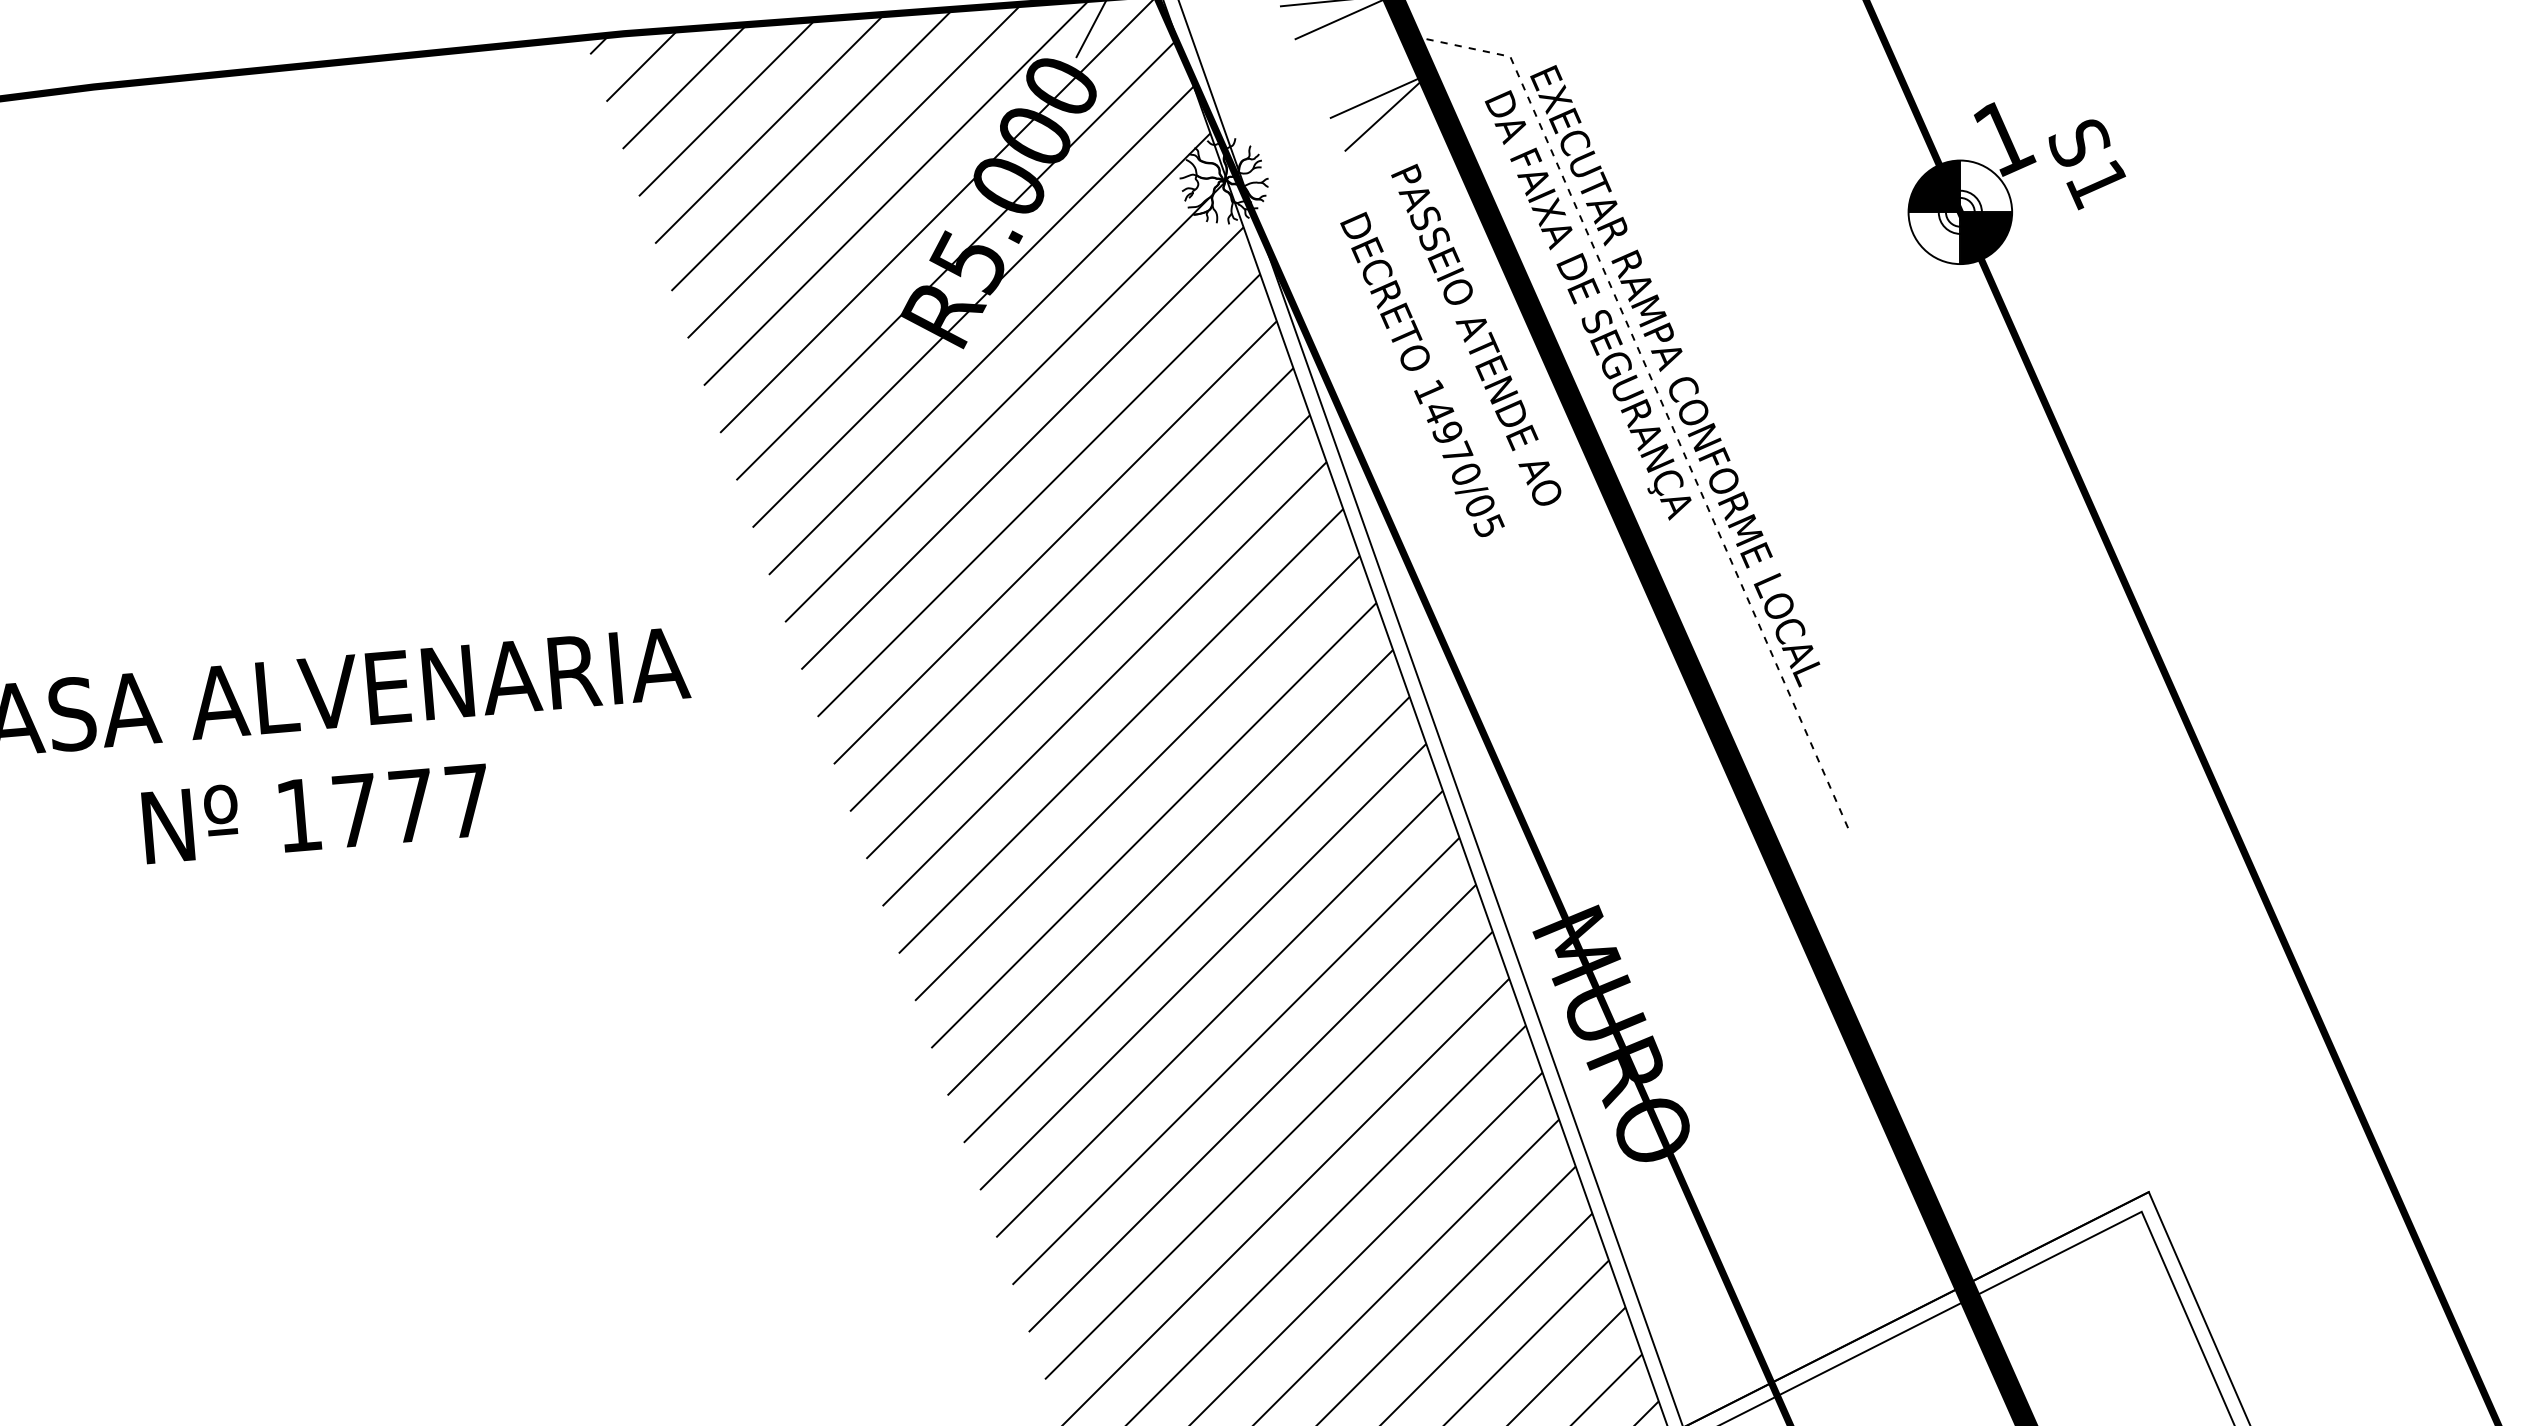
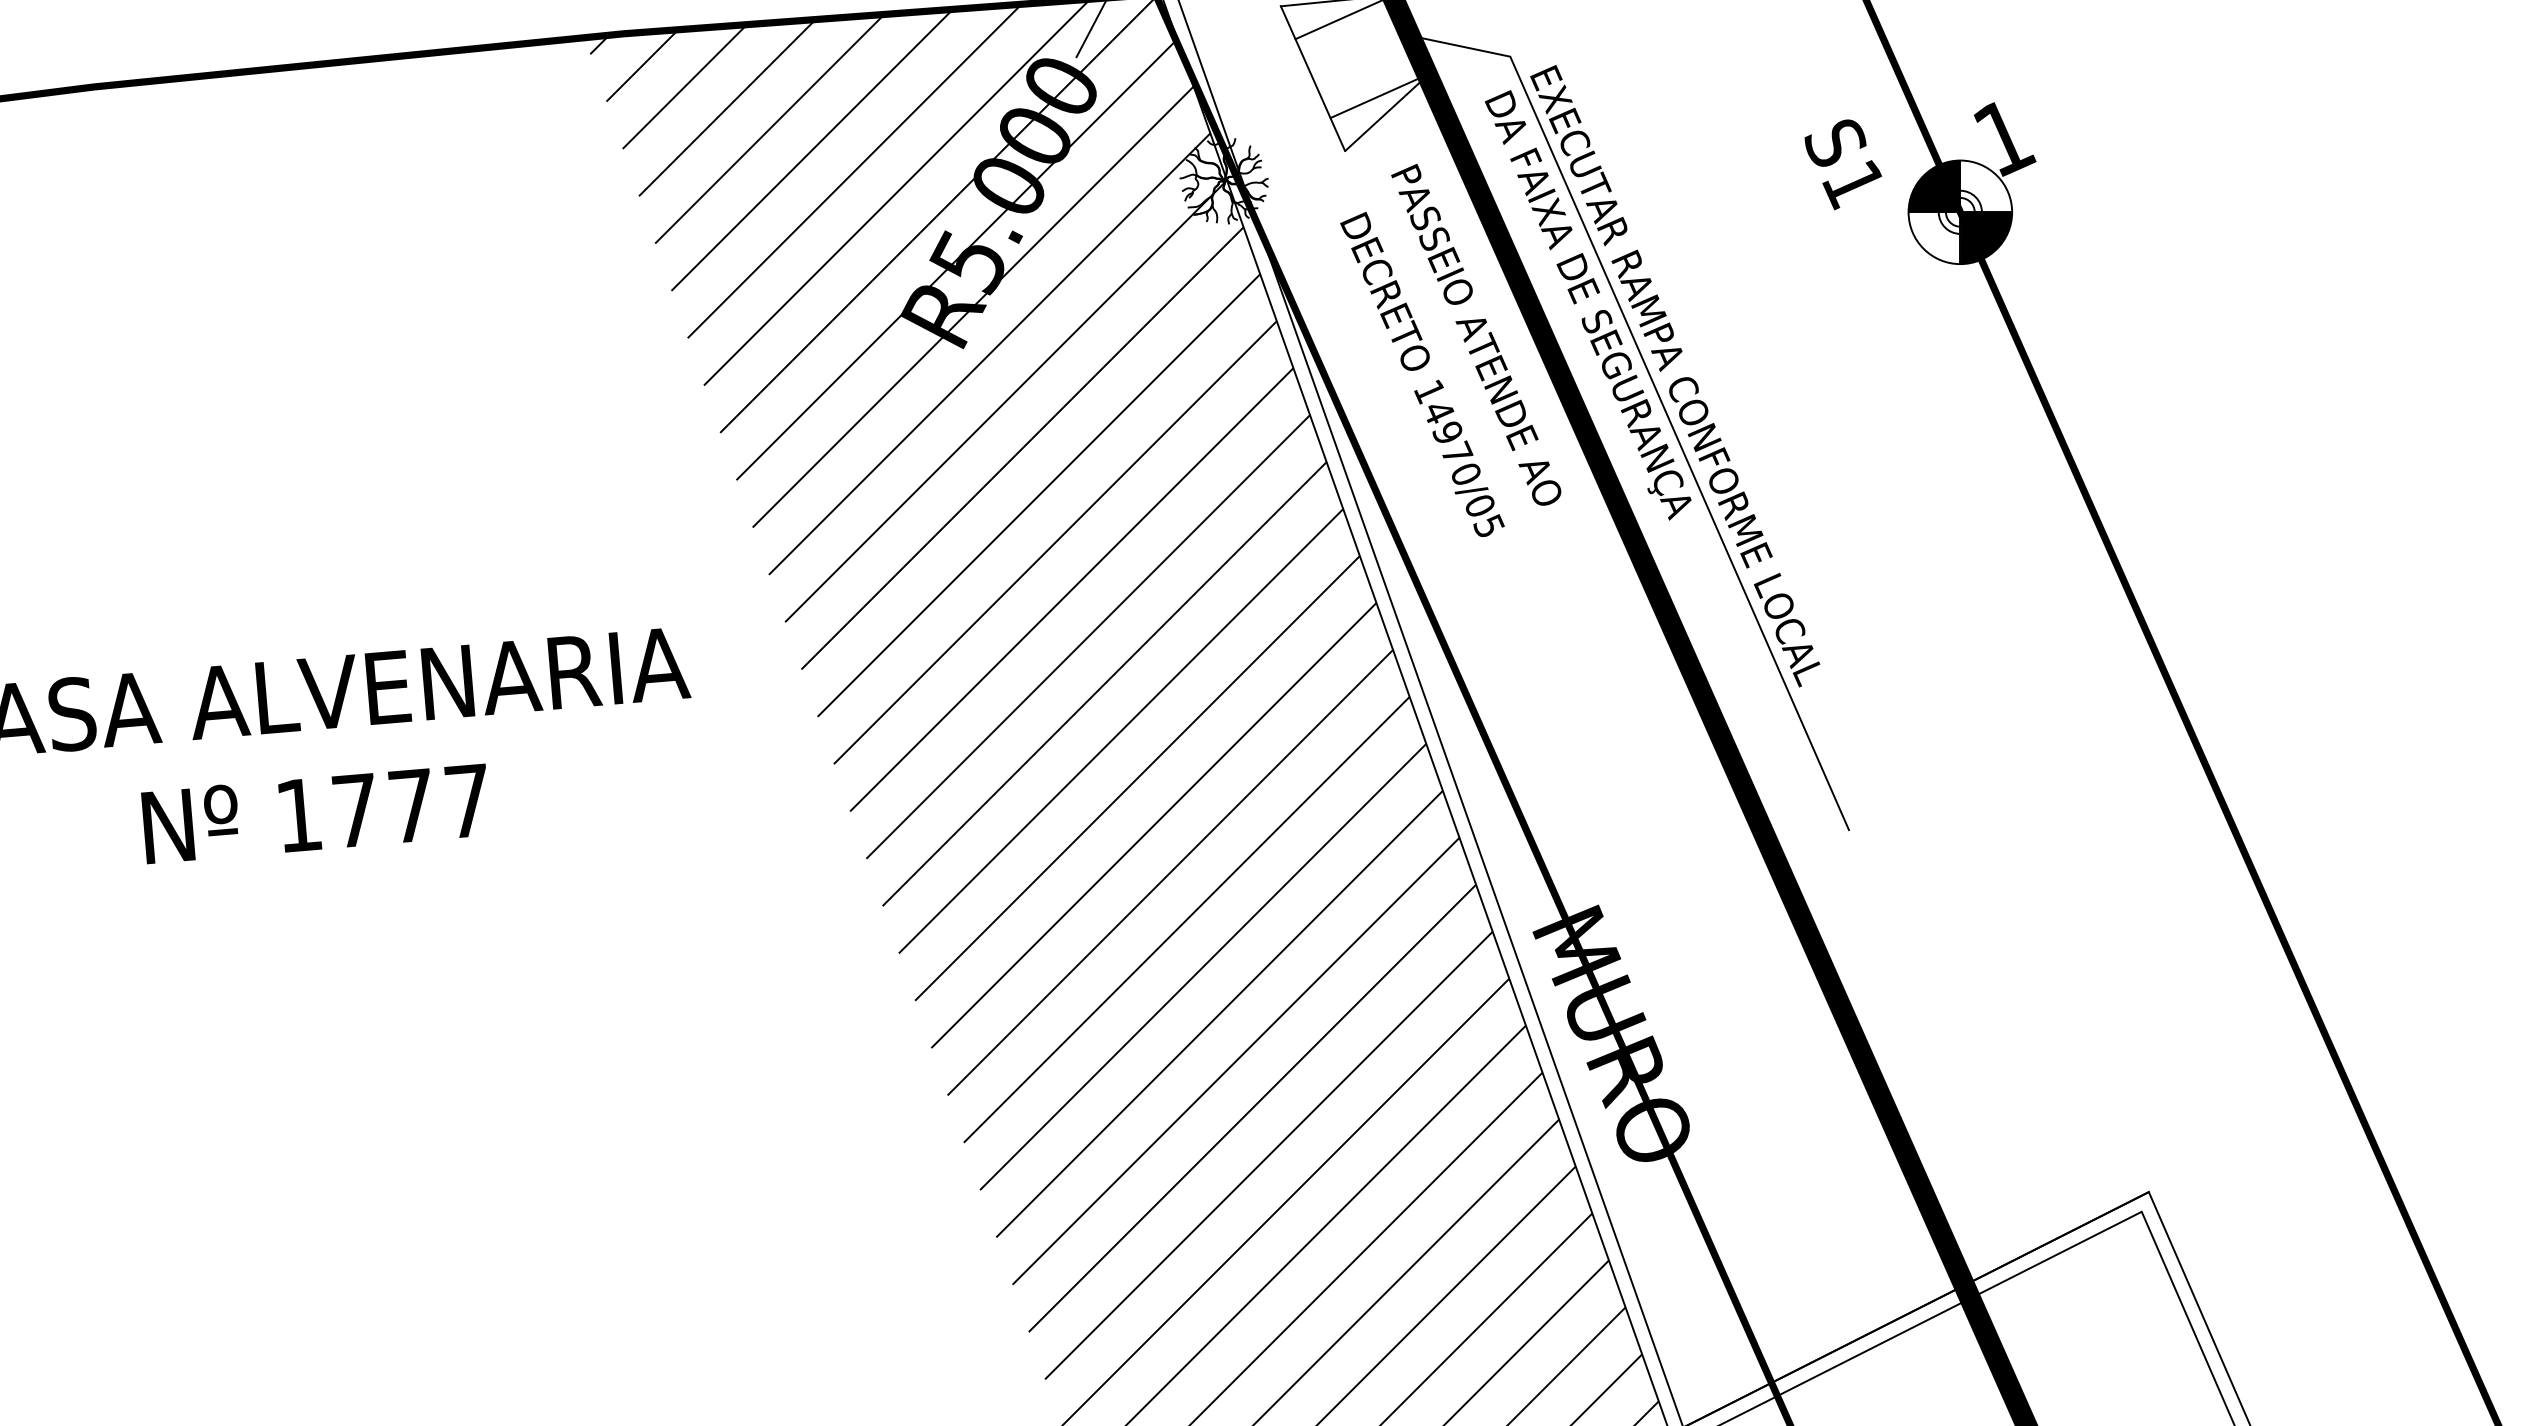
line at (1312, 78): none -> present
text at (2086, 164) position: (2086, 164) -> (1842, 164)
line at (1659, 397): dashed -> solid
